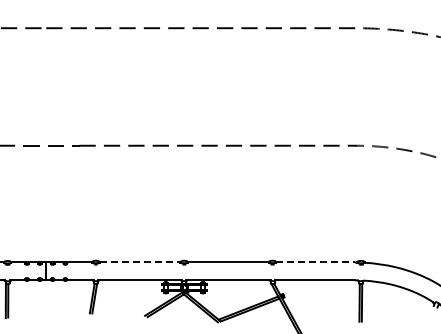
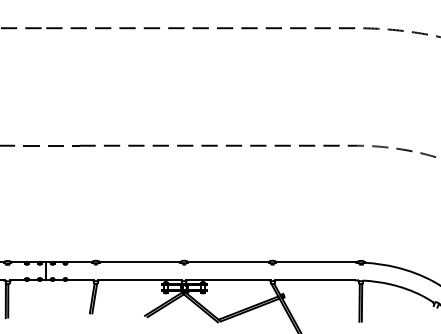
line at (140, 262): dashed -> solid
line at (316, 262): dashed -> solid
